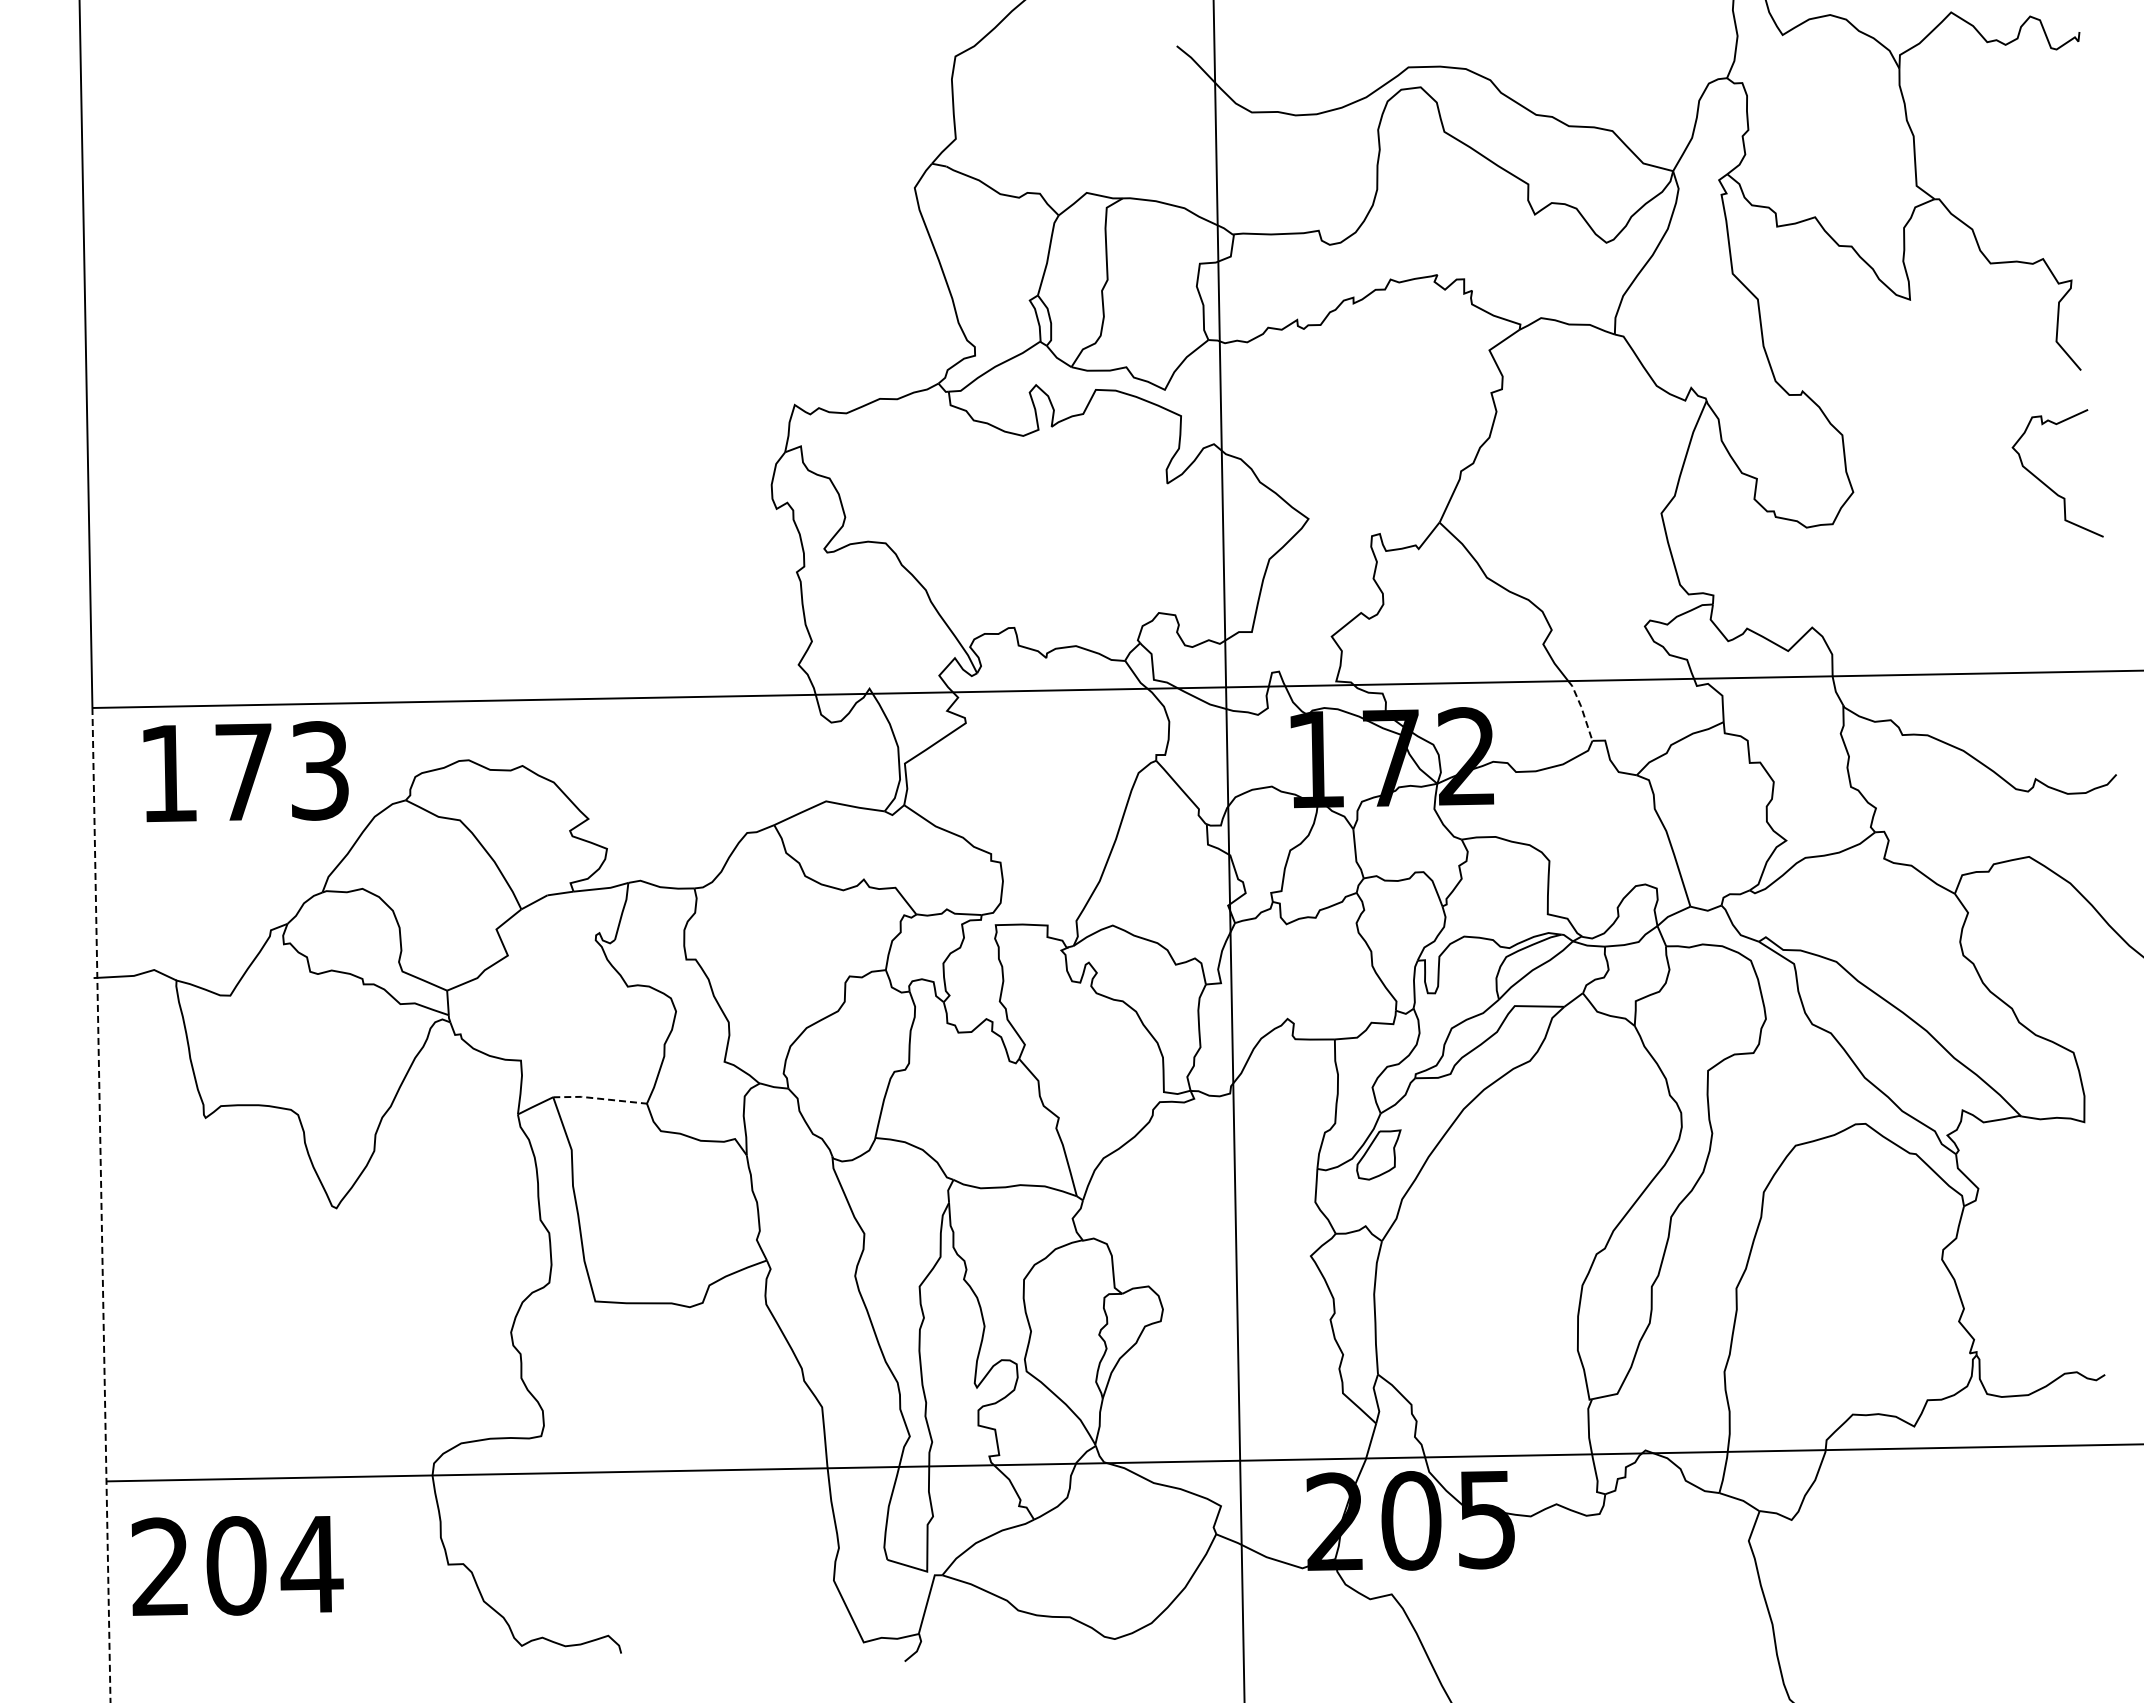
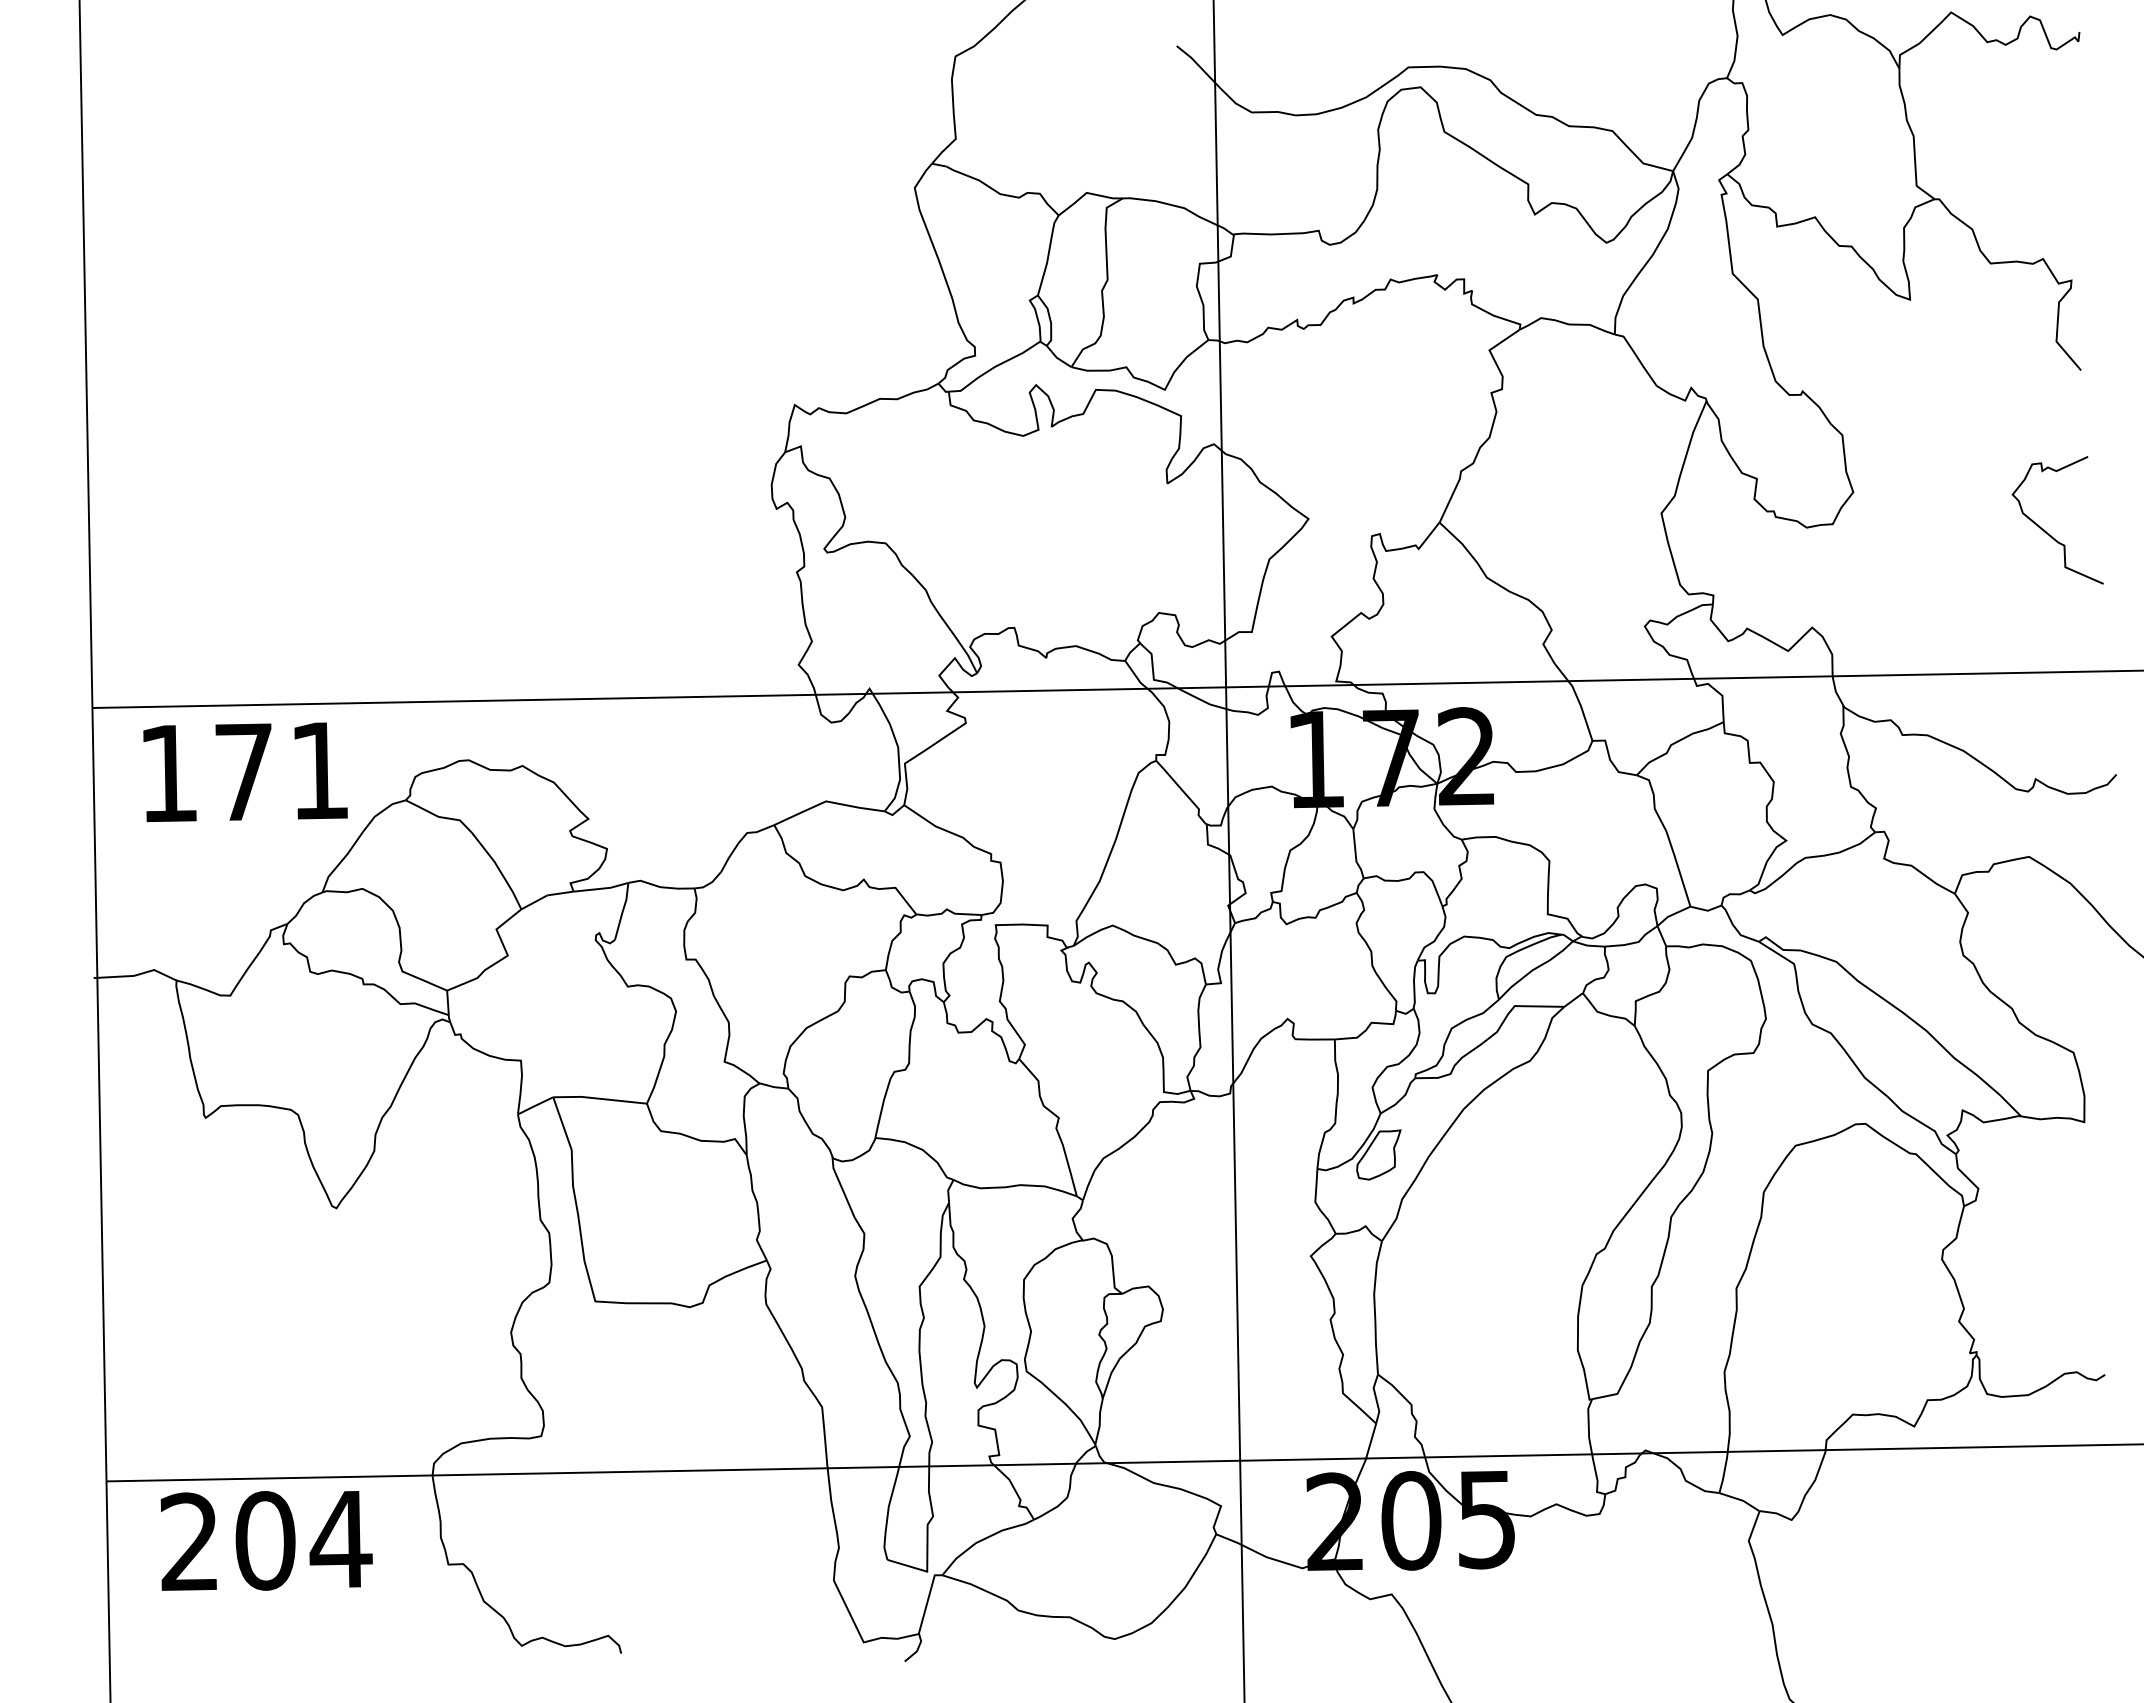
curve at (2046, 484) position: (2046, 484) -> (2046, 531)
line at (1581, 709): dashed -> solid
text at (320, 770): 173 -> 171
line at (599, 1098): dashed -> solid
line at (101, 1205): dashed -> solid
text at (237, 1565) position: (237, 1565) -> (266, 1540)
